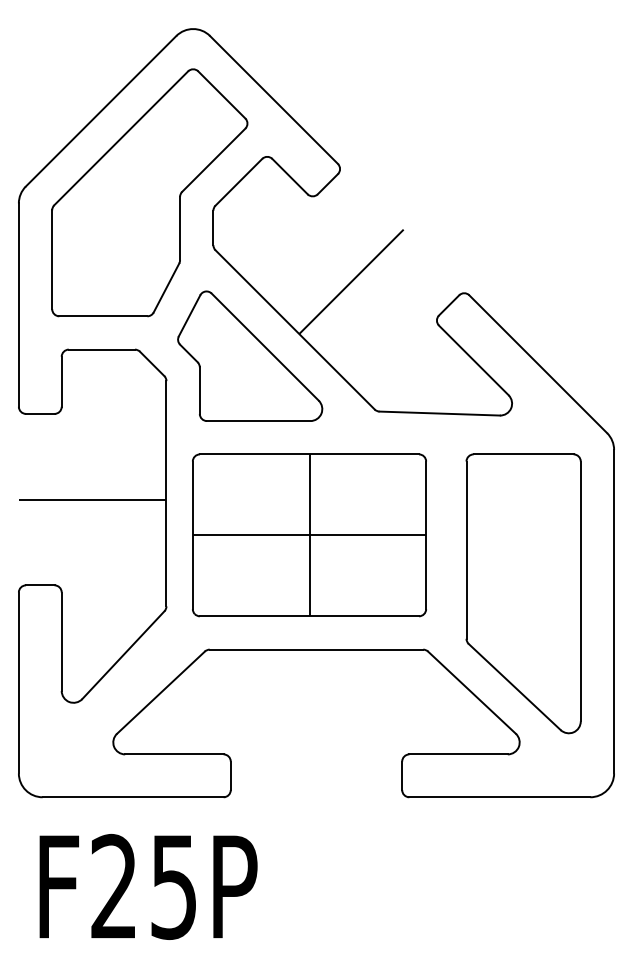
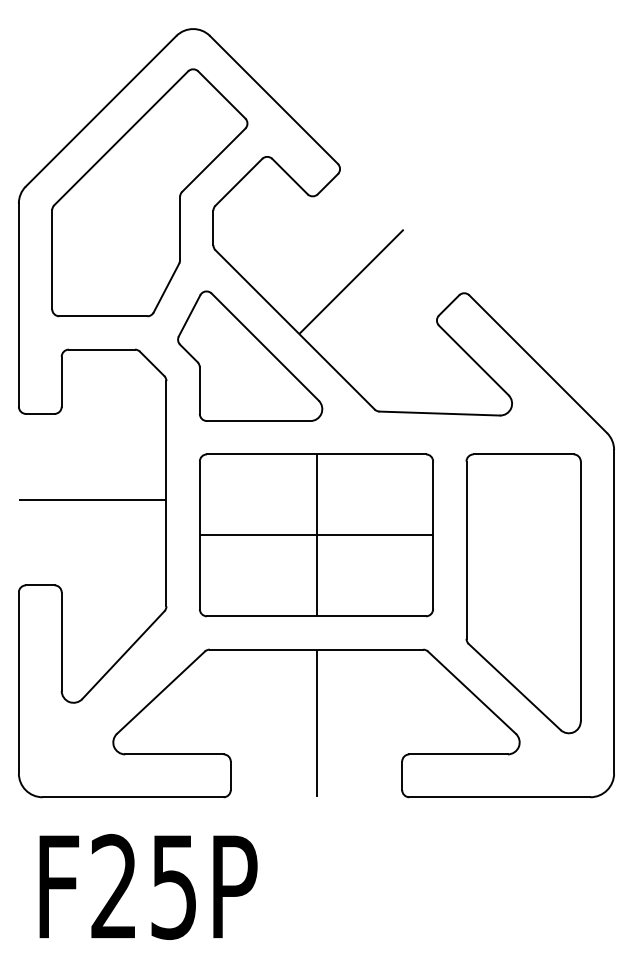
part at (309, 535) position: (309, 535) -> (316, 535)
line at (316, 723): none -> present
